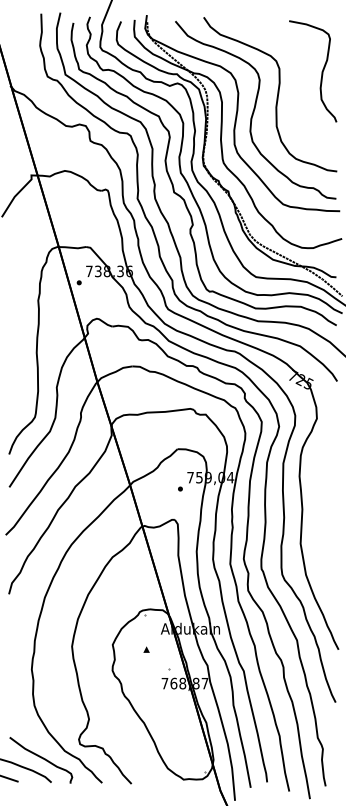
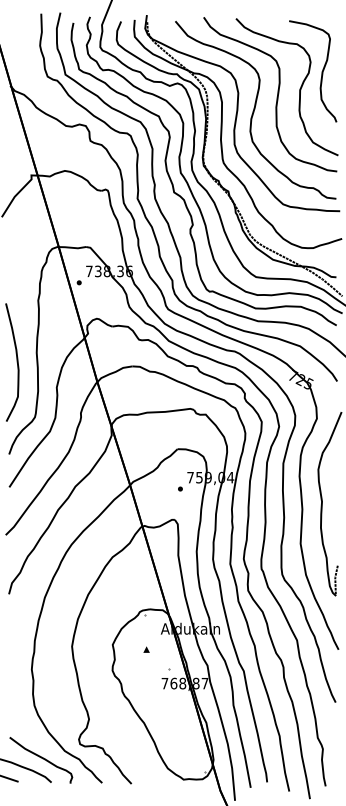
curve at (299, 88): none -> present
curve at (16, 362): none -> present
part at (322, 504): none -> present
